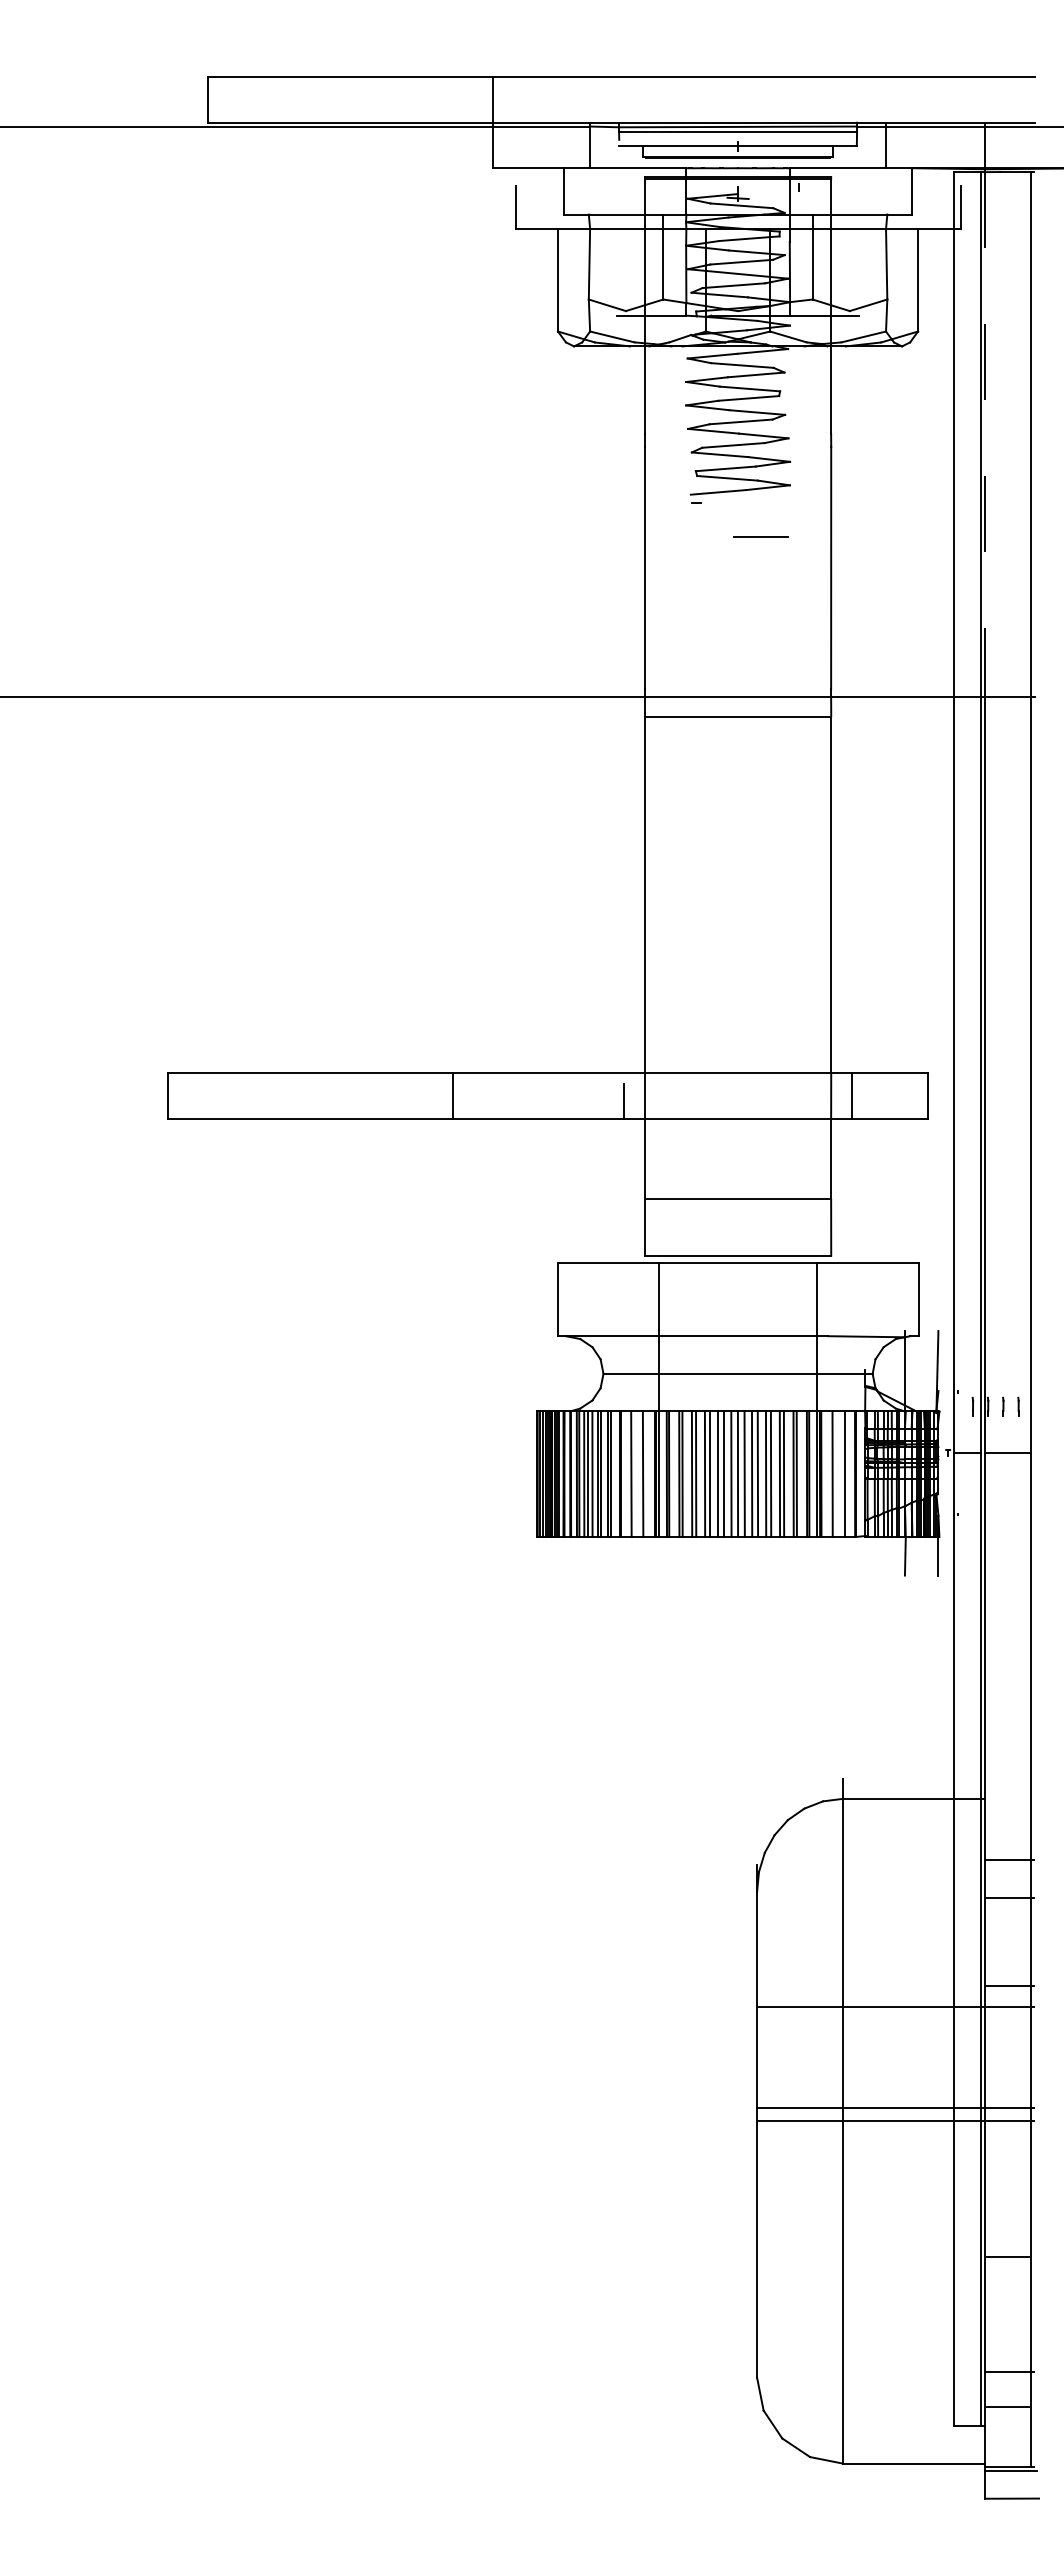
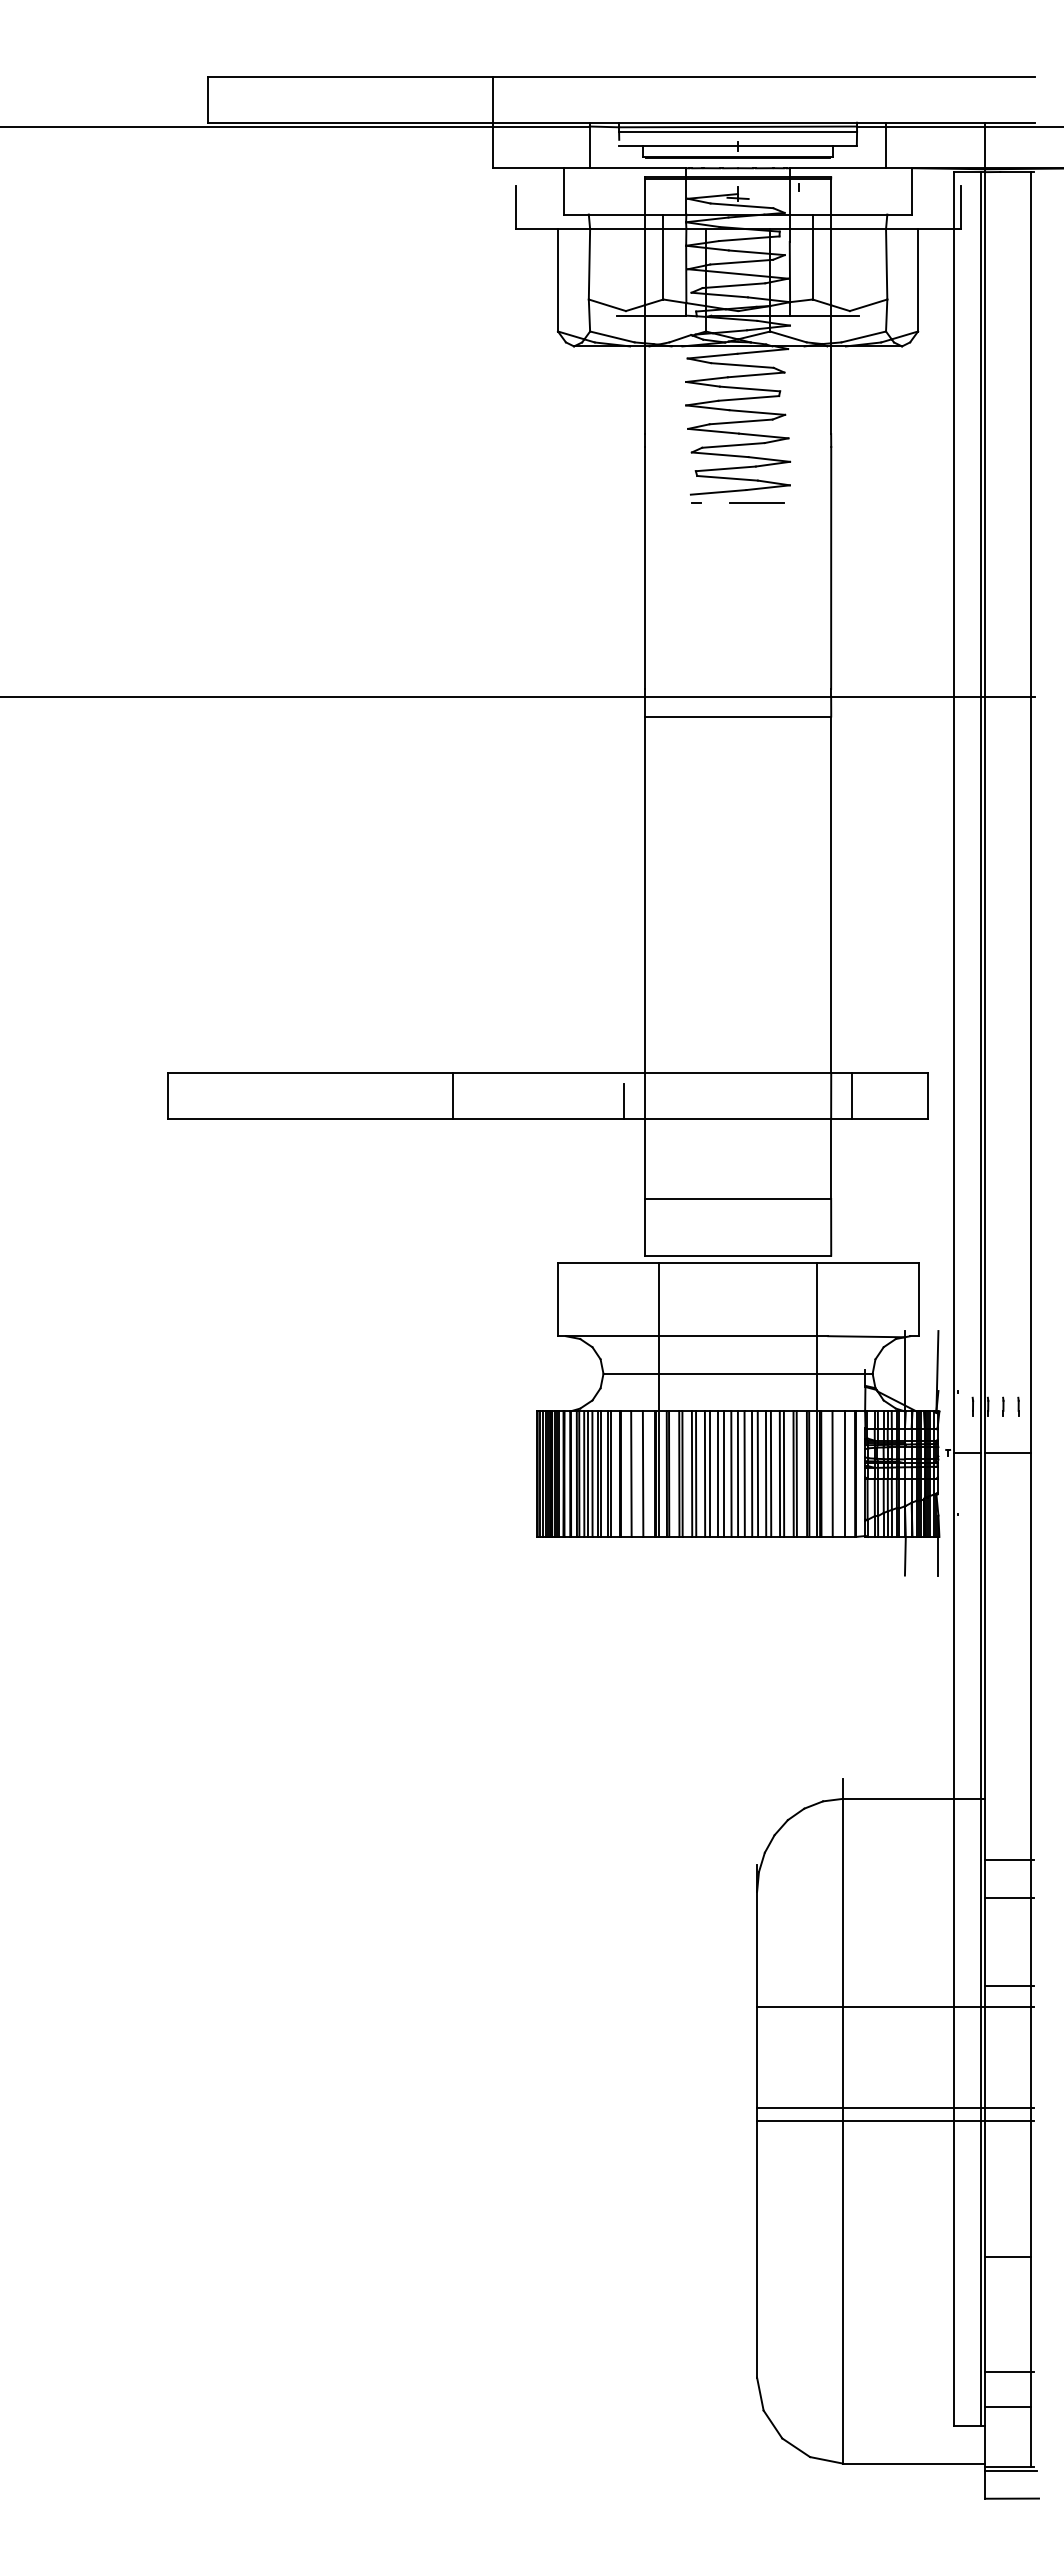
line at (985, 434): dashed -> solid
line at (760, 536) position: (760, 536) -> (756, 502)
